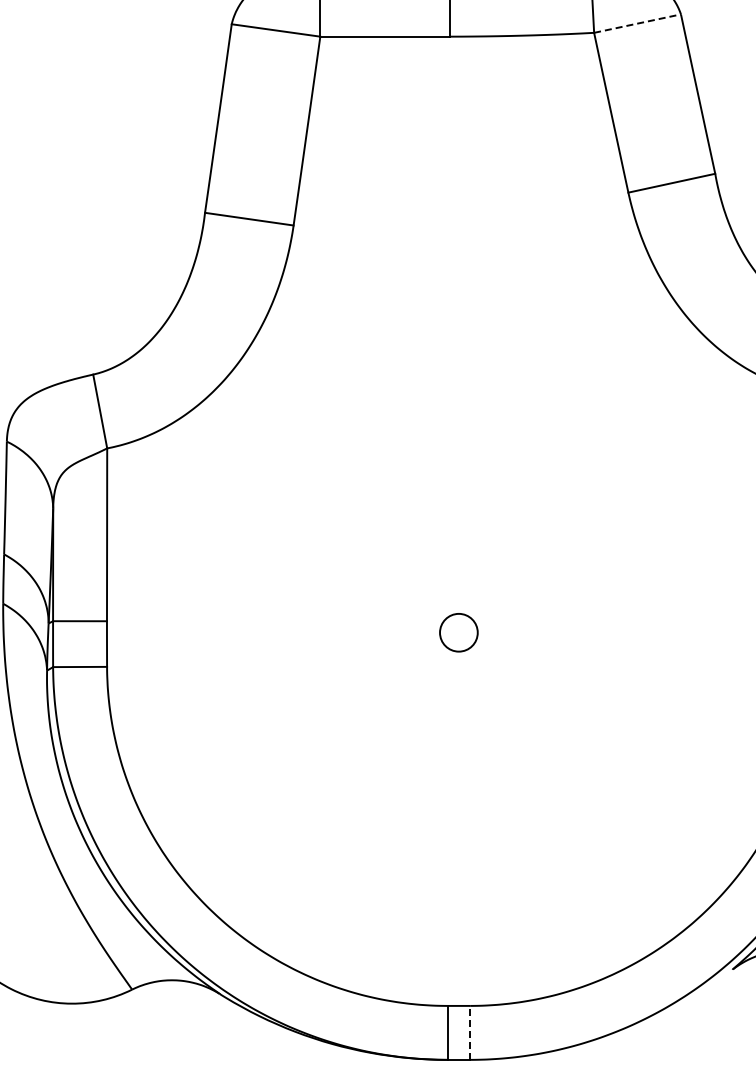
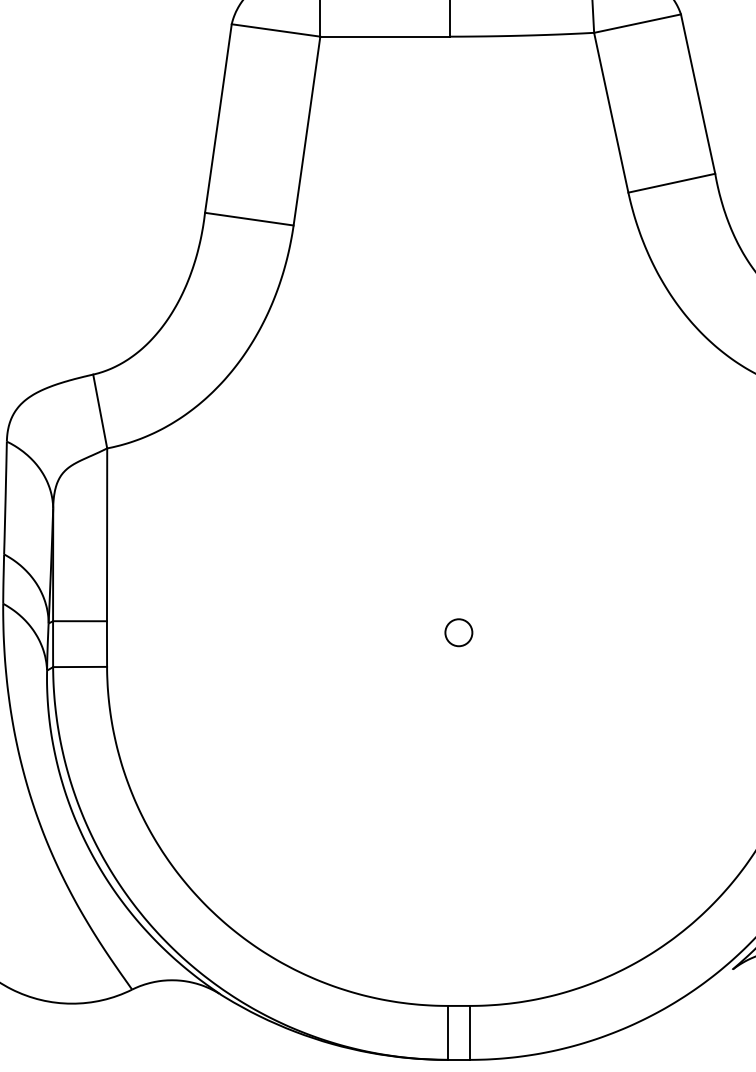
line at (638, 23): dashed -> solid
circle at (458, 632) diameter: 38 px -> 27 px
line at (470, 1032): dashed -> solid
